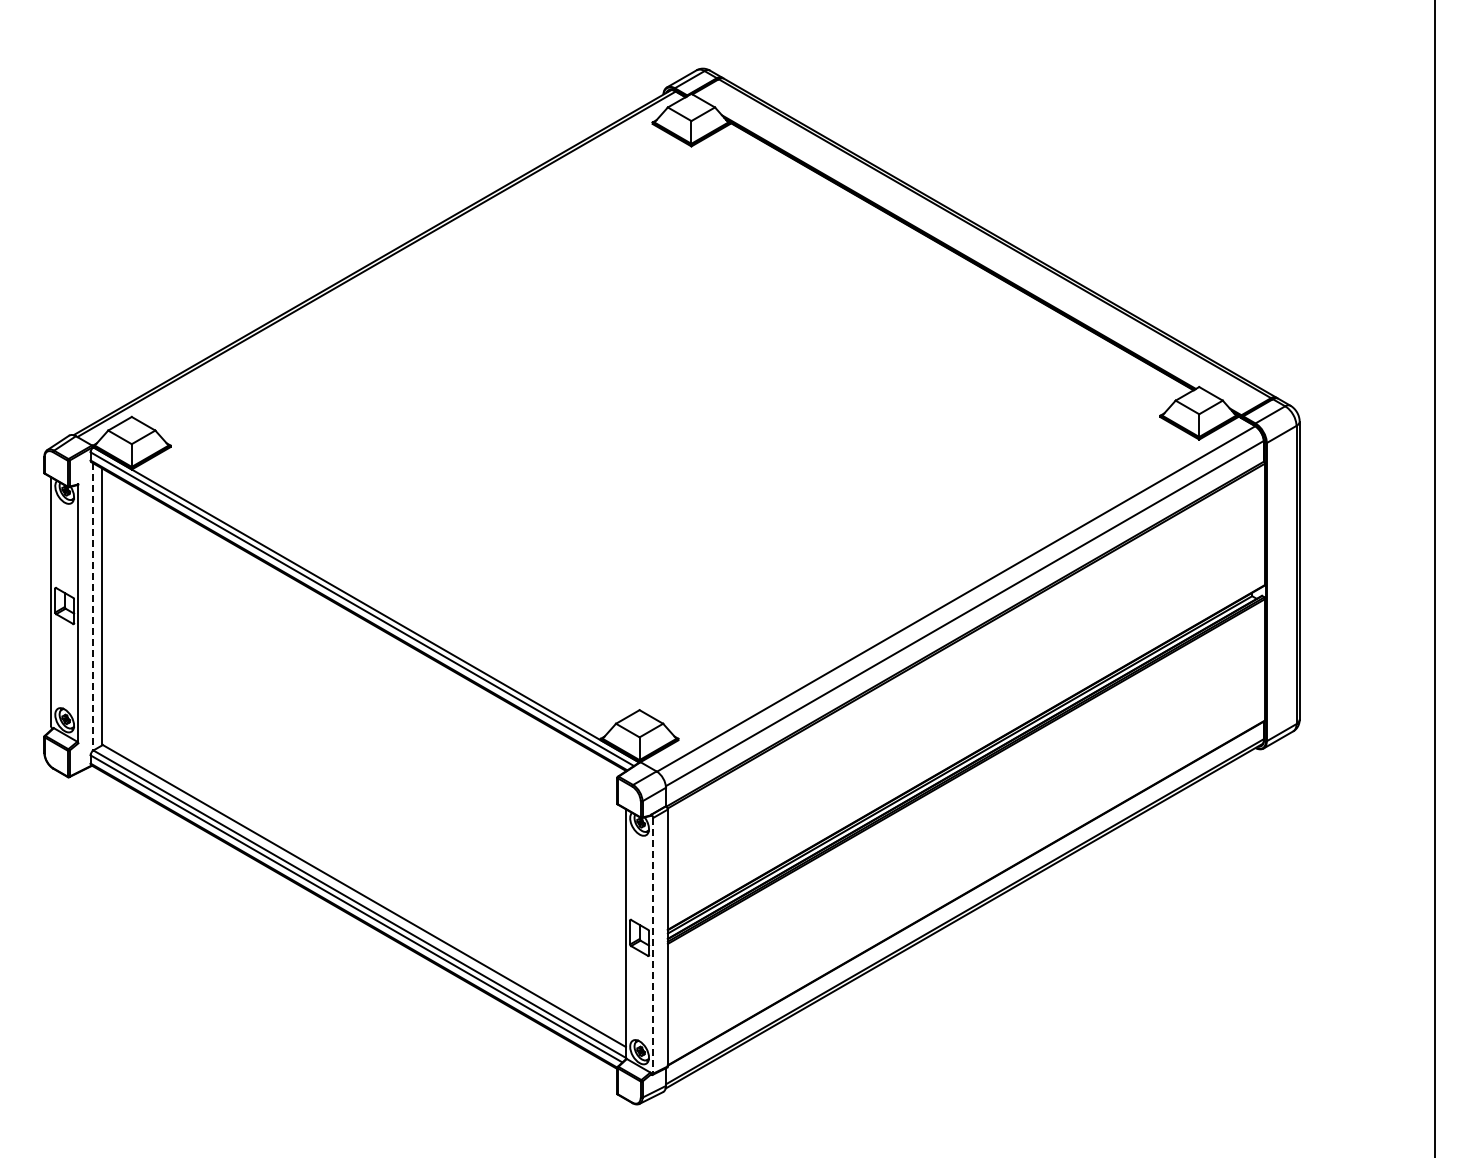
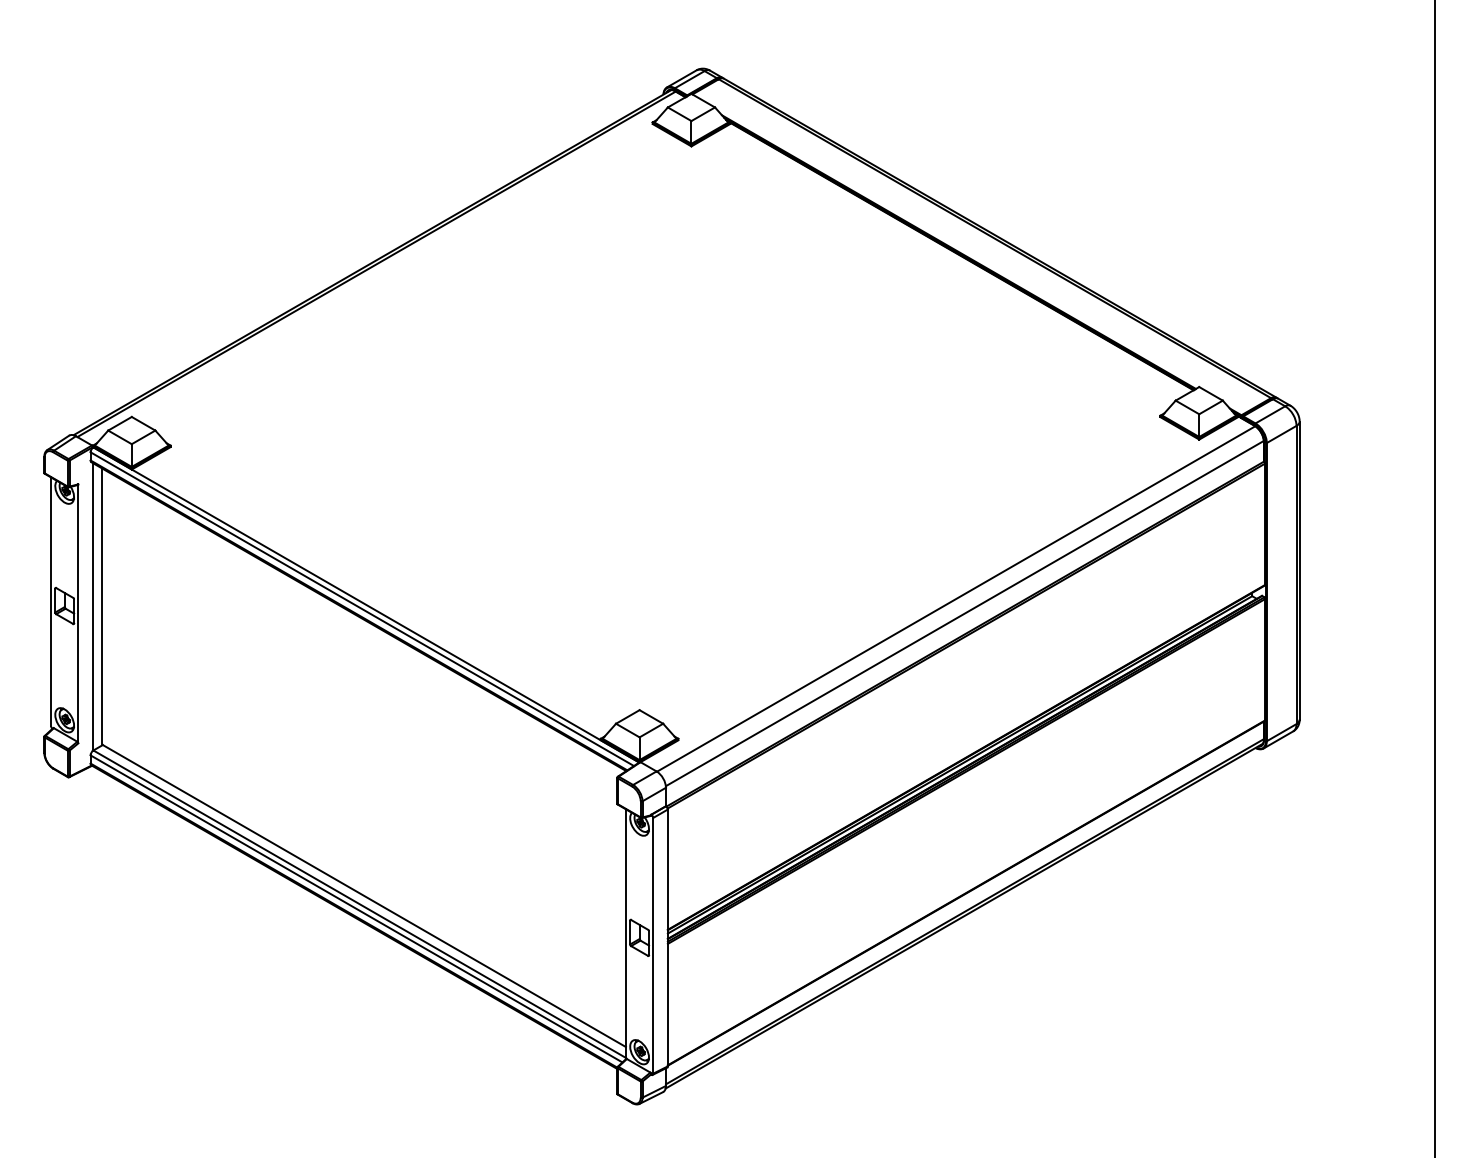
line at (92, 606): dashed -> solid
line at (653, 945): dashed -> solid
